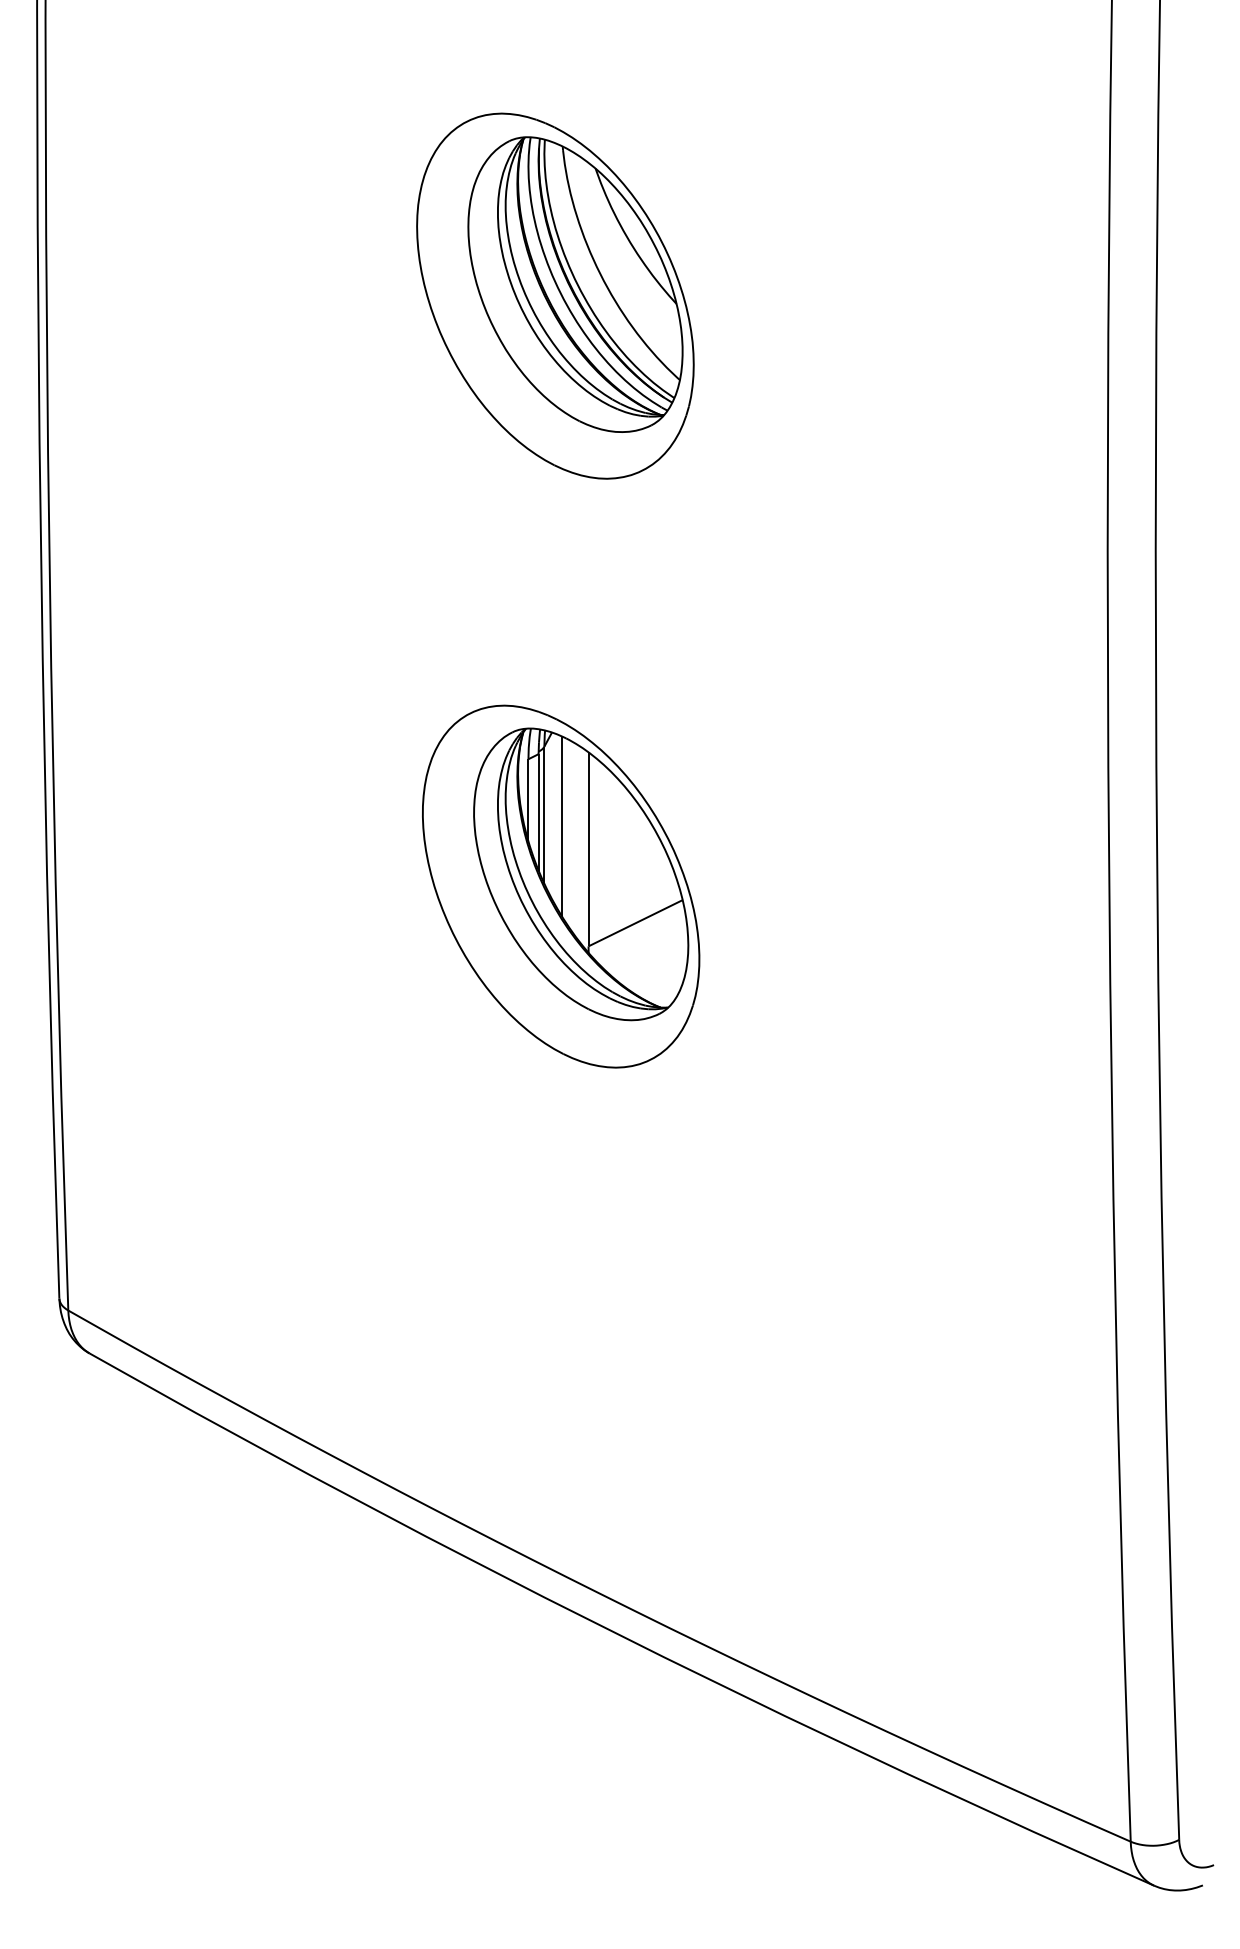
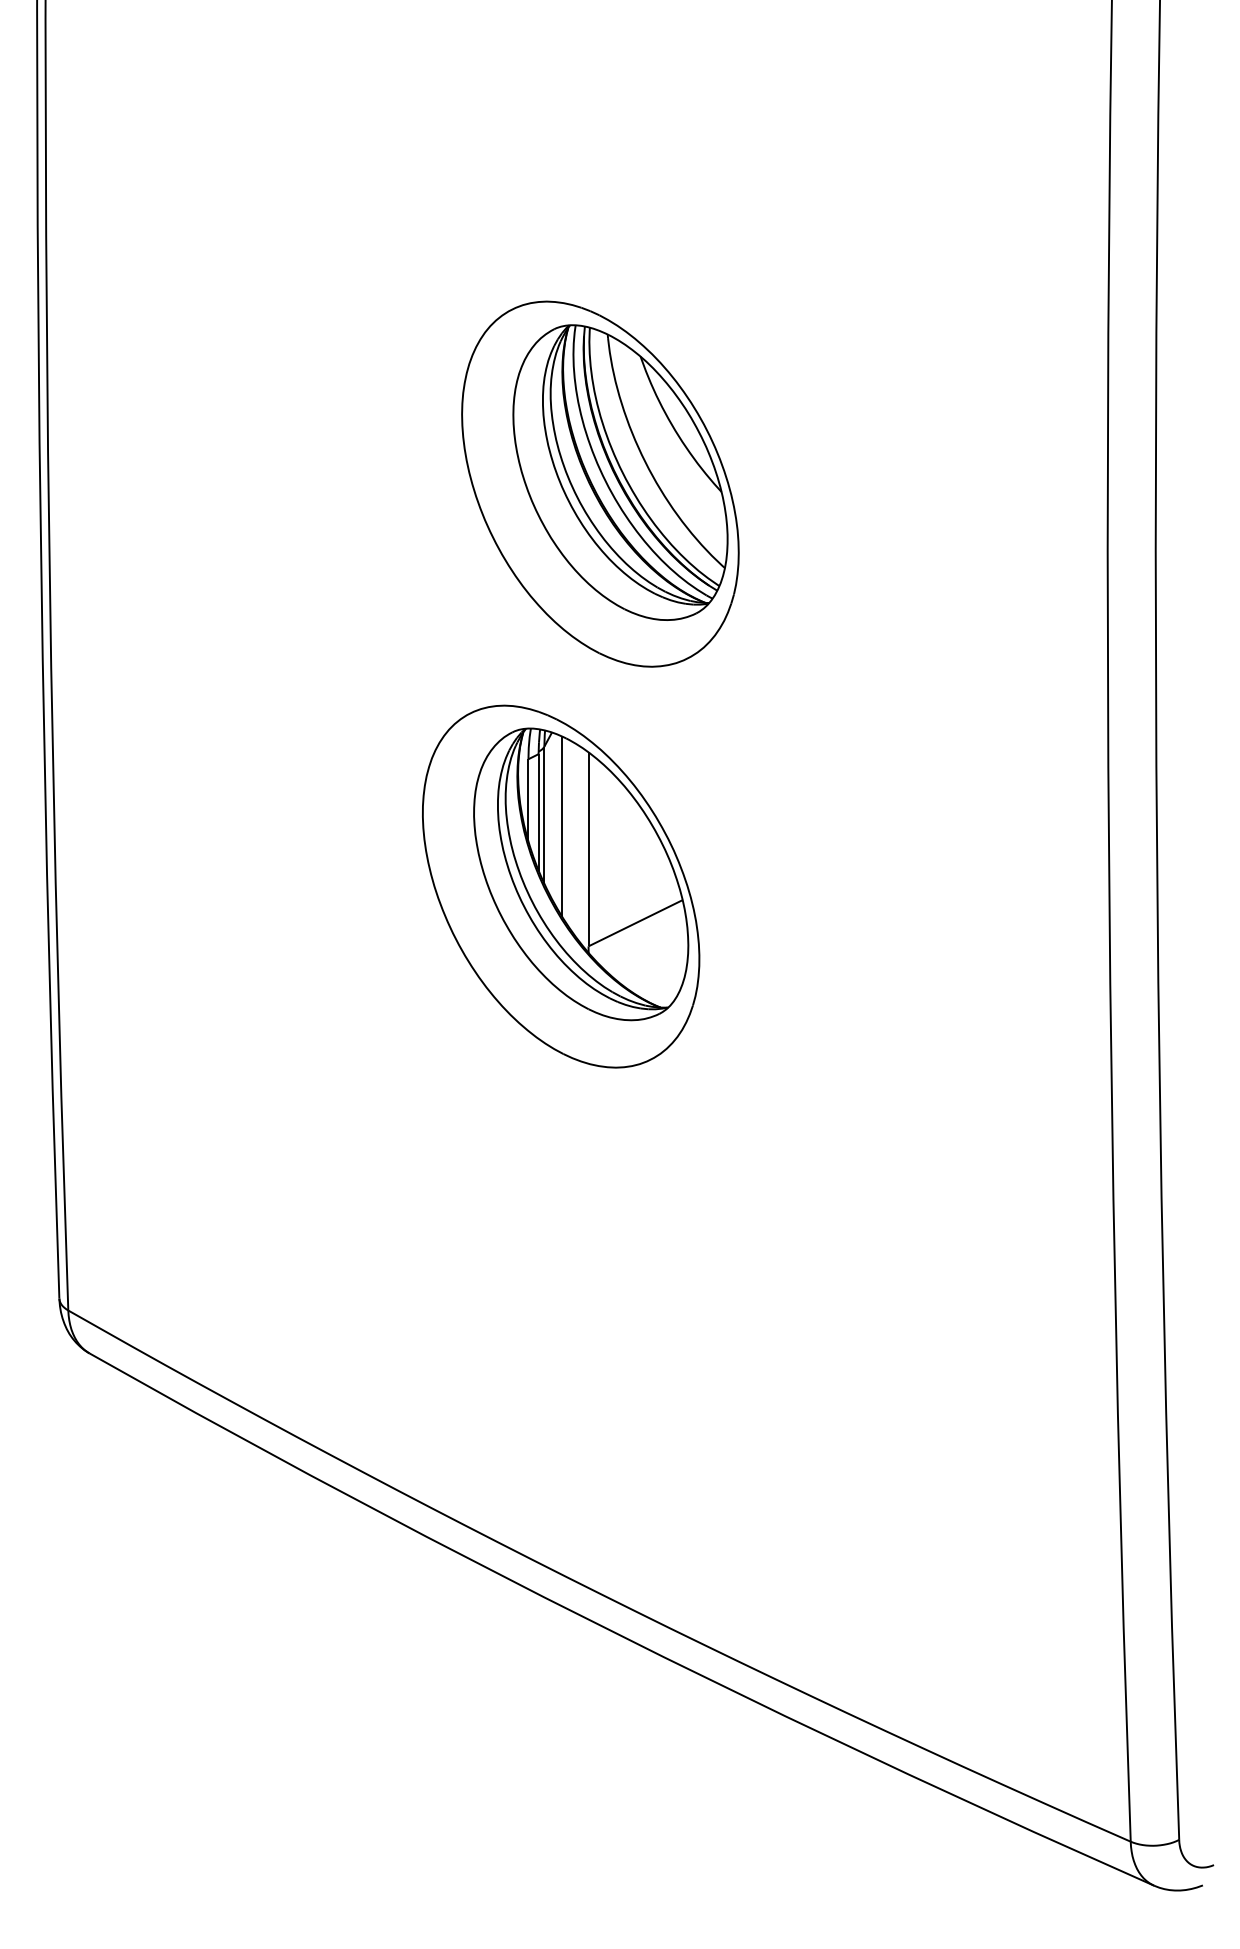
part at (555, 295) position: (555, 295) -> (600, 483)
